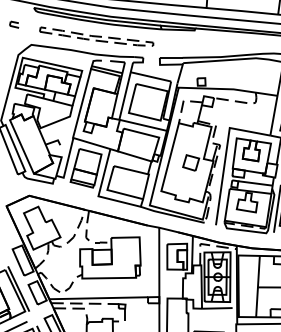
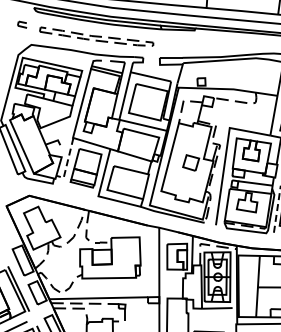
part at (14, 24) position: (14, 24) -> (22, 24)
line at (67, 162): solid -> dashed
line at (277, 208): solid -> dashed
